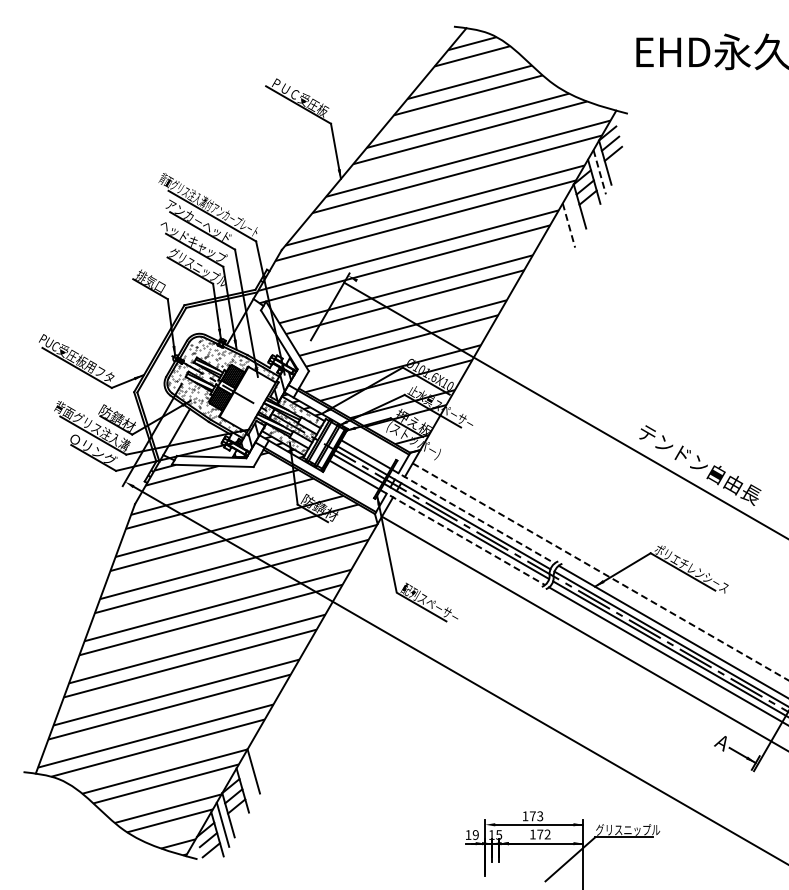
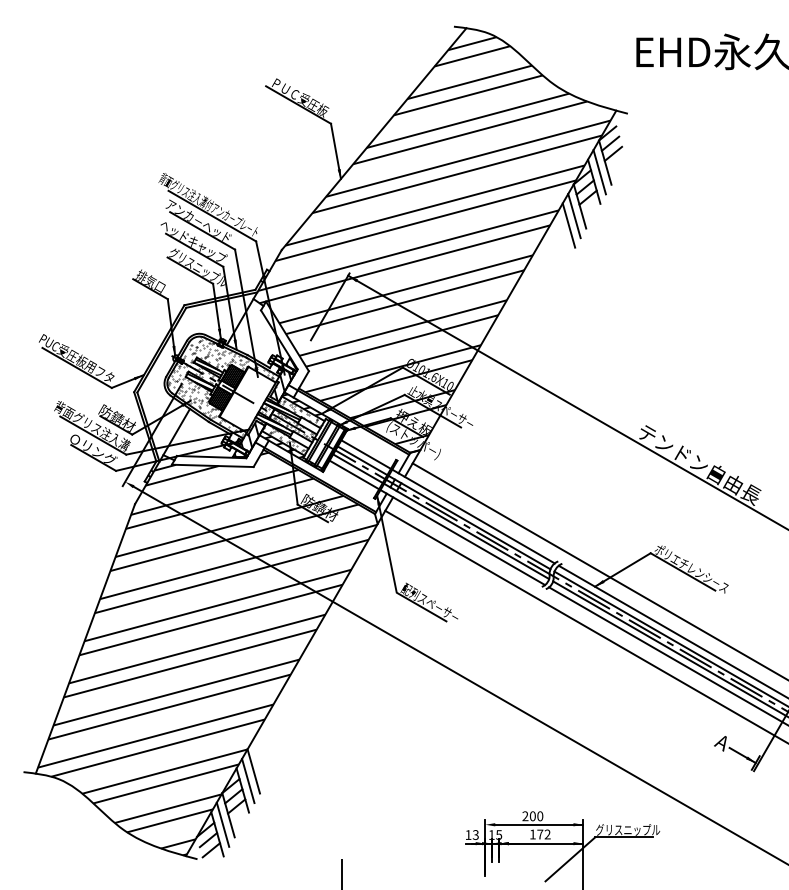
line at (599, 172): dashed -> solid
line at (574, 215): none -> present
line at (568, 225): dashed -> solid
line at (564, 409) position: (564, 409) -> (566, 401)
line at (473, 516): dashed -> solid
line at (463, 537): dashed -> solid
line at (600, 571): dashed -> solid
line at (583, 632) position: (583, 632) -> (585, 625)
line at (248, 780): none -> present
text at (532, 816): 173 -> 200
text at (475, 834): 19 -> 13
line at (341, 872): none -> present
